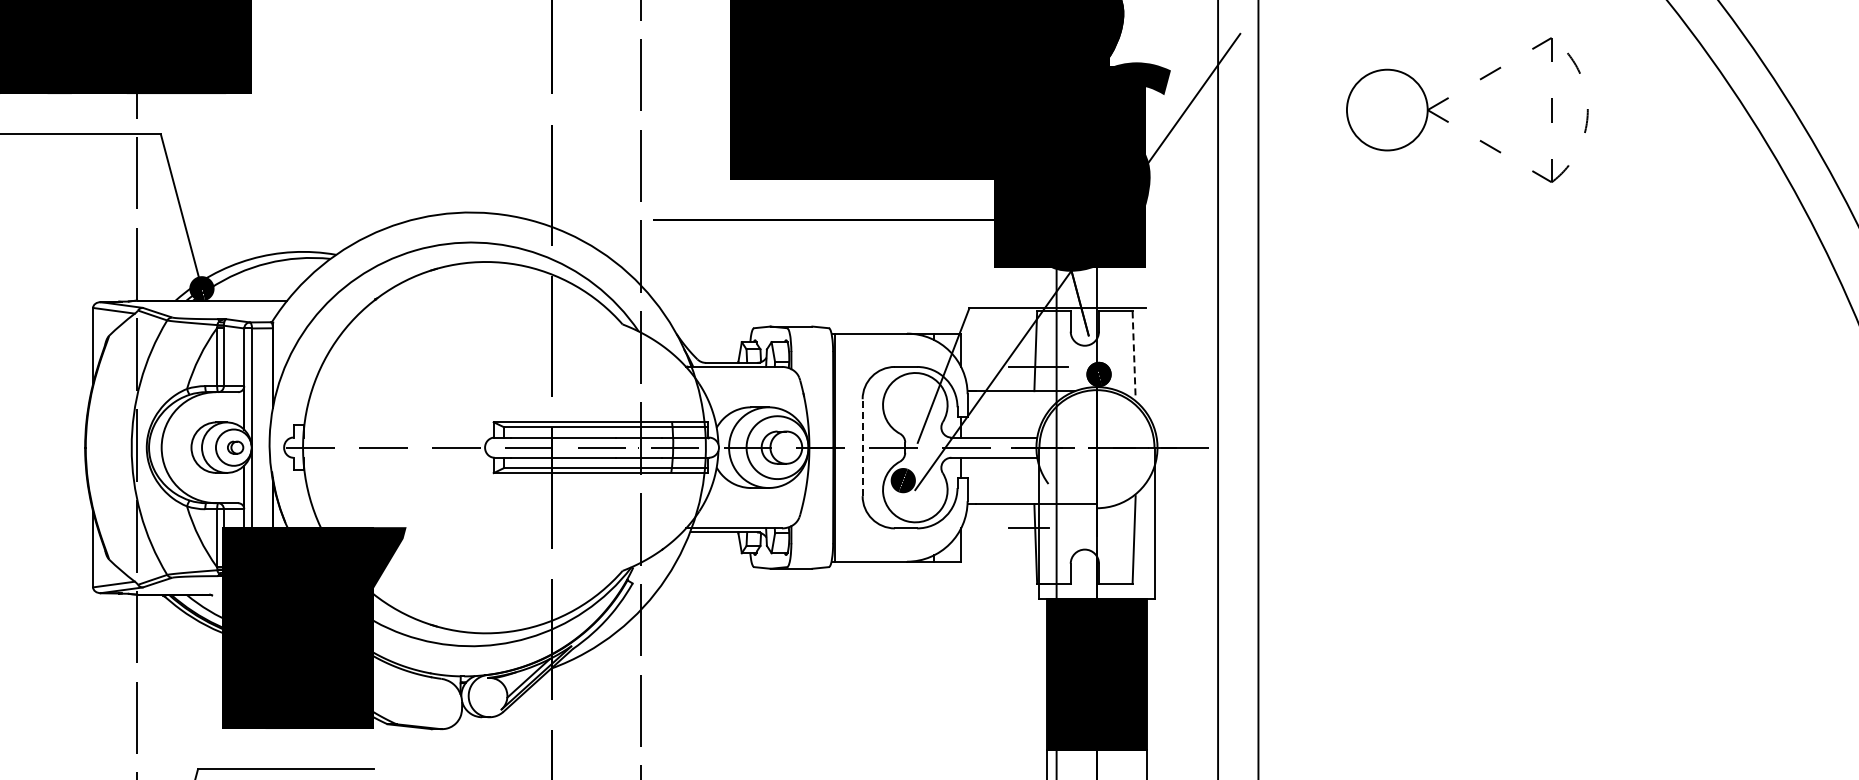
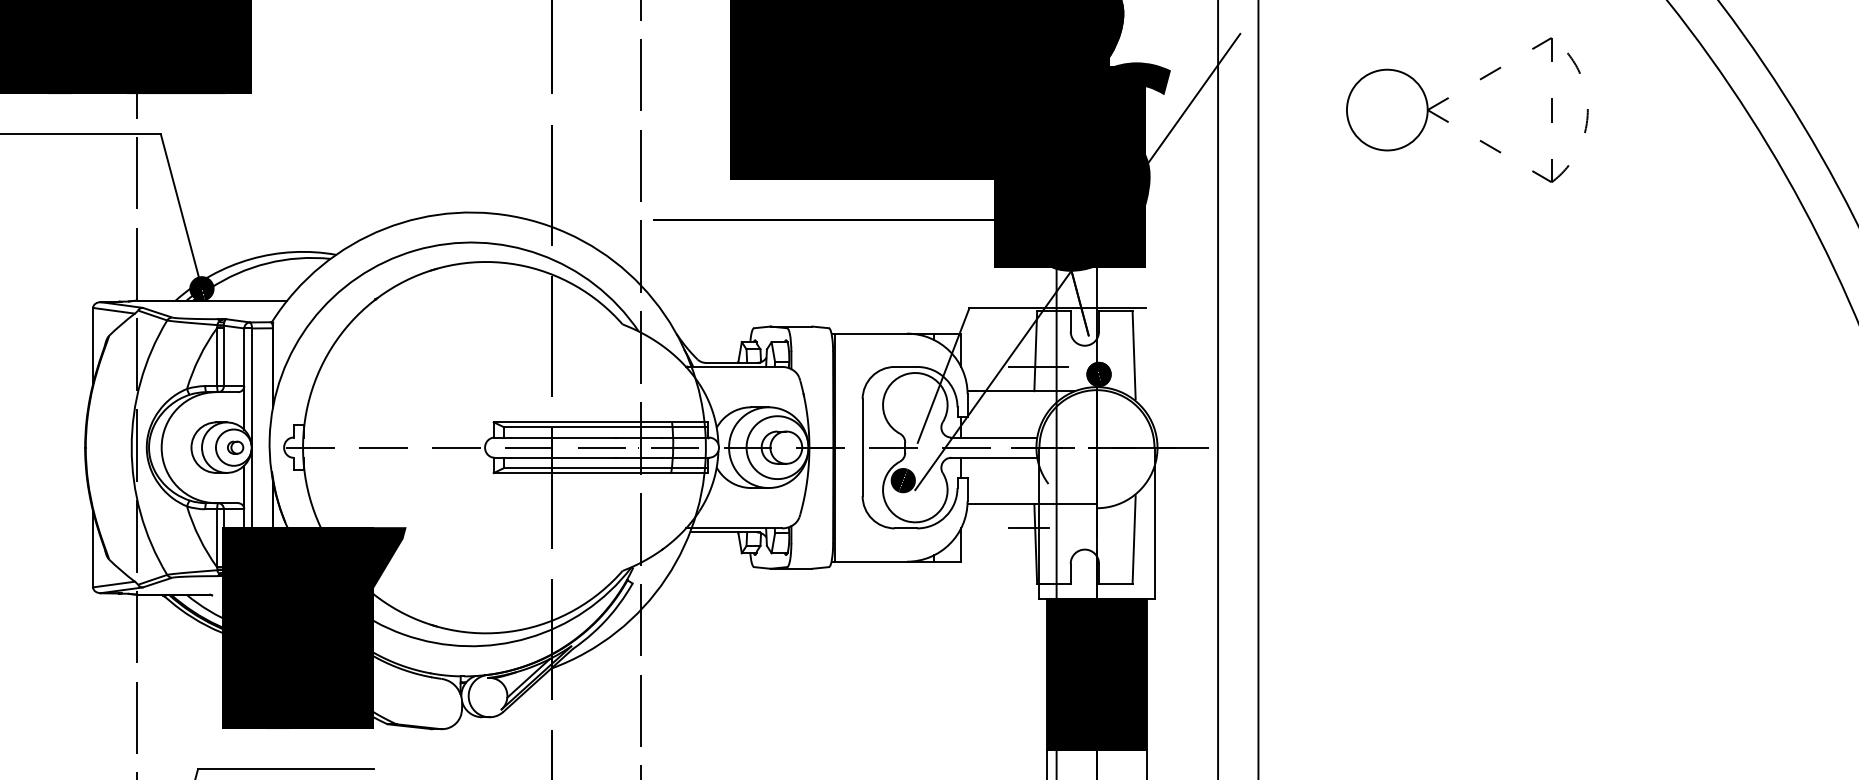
line at (1134, 355): dashed -> solid
line at (862, 447): dashed -> solid
